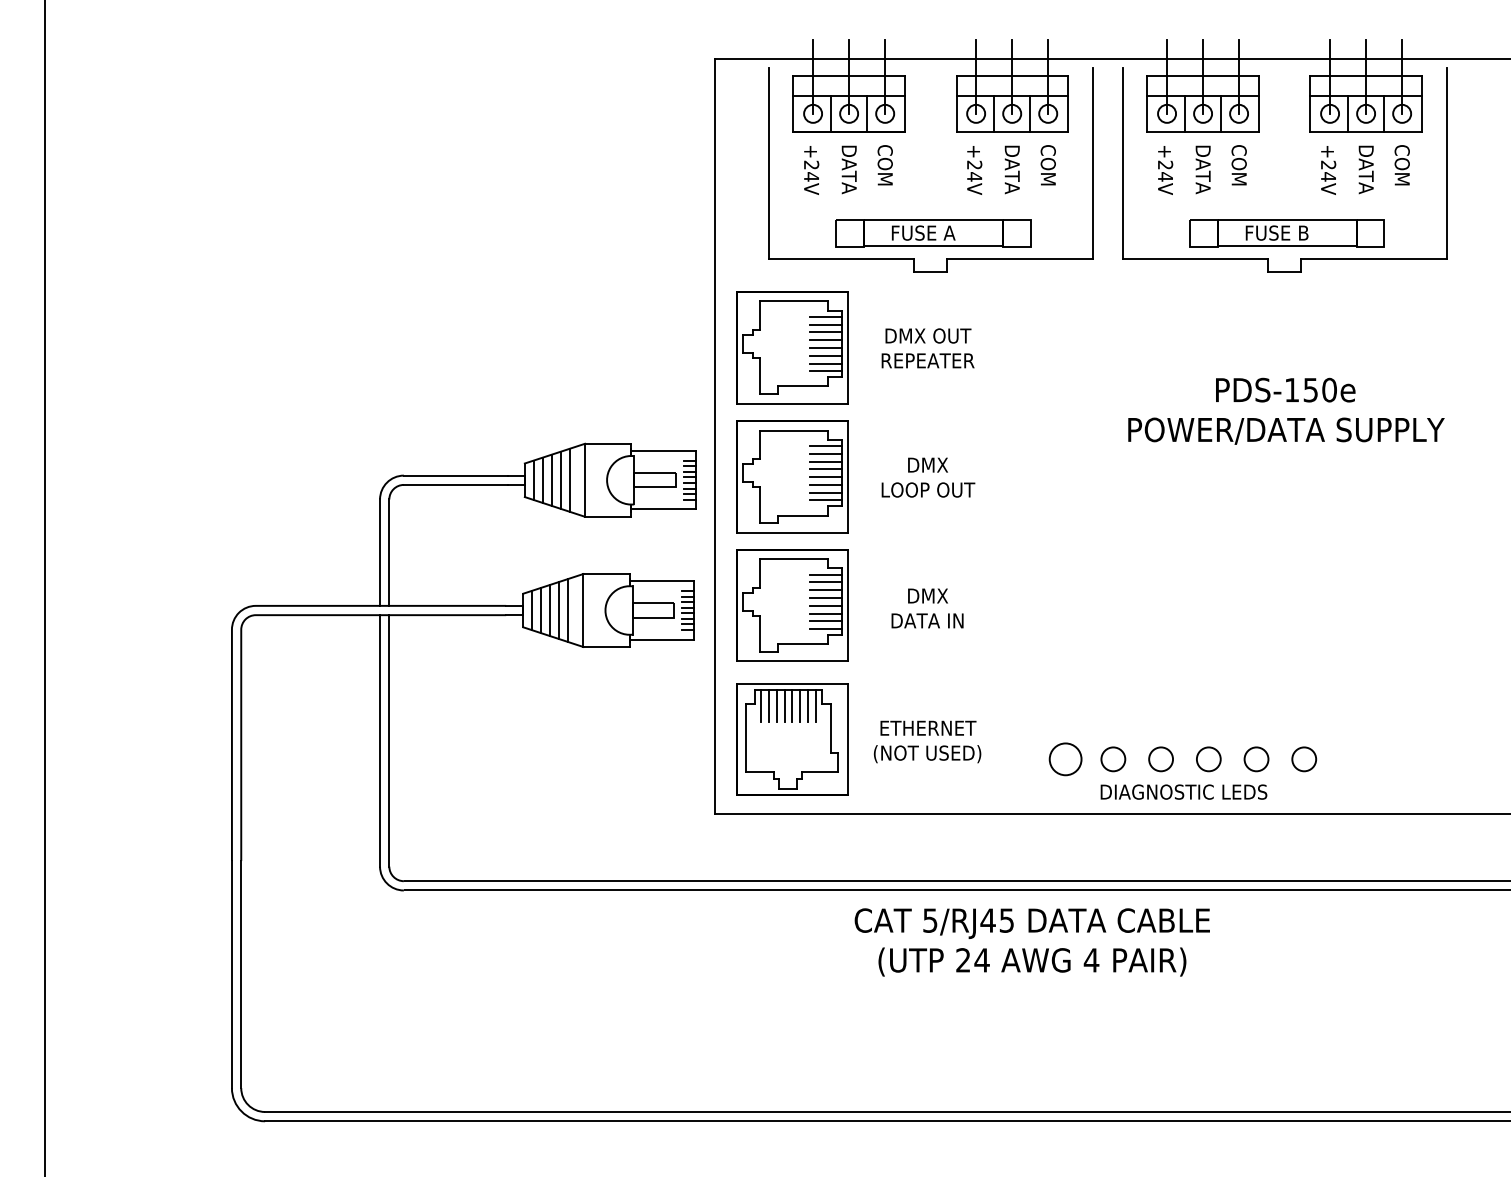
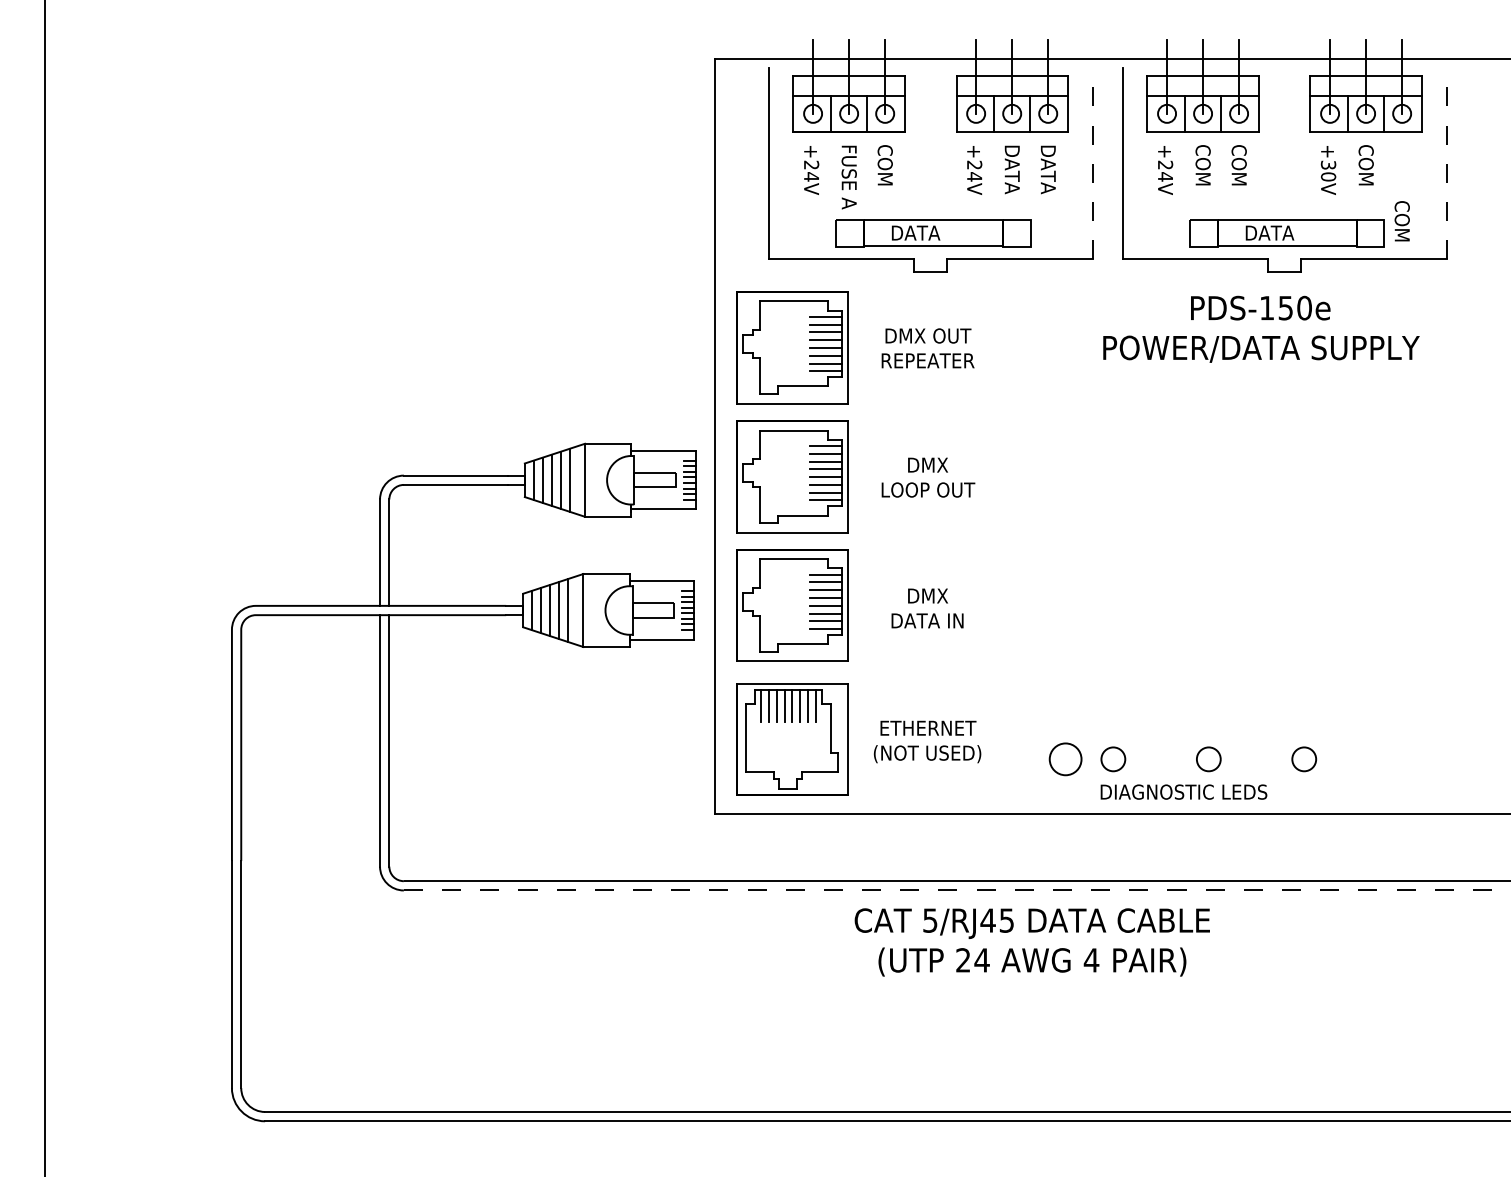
line at (1092, 163): solid -> dashed
line at (1446, 163): solid -> dashed
text at (1401, 165) position: (1401, 165) -> (1401, 221)
text at (1047, 169): COM -> DATA
text at (1202, 169): DATA -> COM
text at (1365, 169): DATA -> COM
text at (1328, 170): +24V -> +30V
text at (848, 178): DATA -> FUSE A
text at (924, 232): FUSE A -> DATA
text at (1277, 232): FUSE B -> DATA
text at (1286, 410) position: (1286, 410) -> (1261, 328)
circle at (1160, 759): present -> none
circle at (1256, 759): present -> none
line at (957, 890): solid -> dashed
